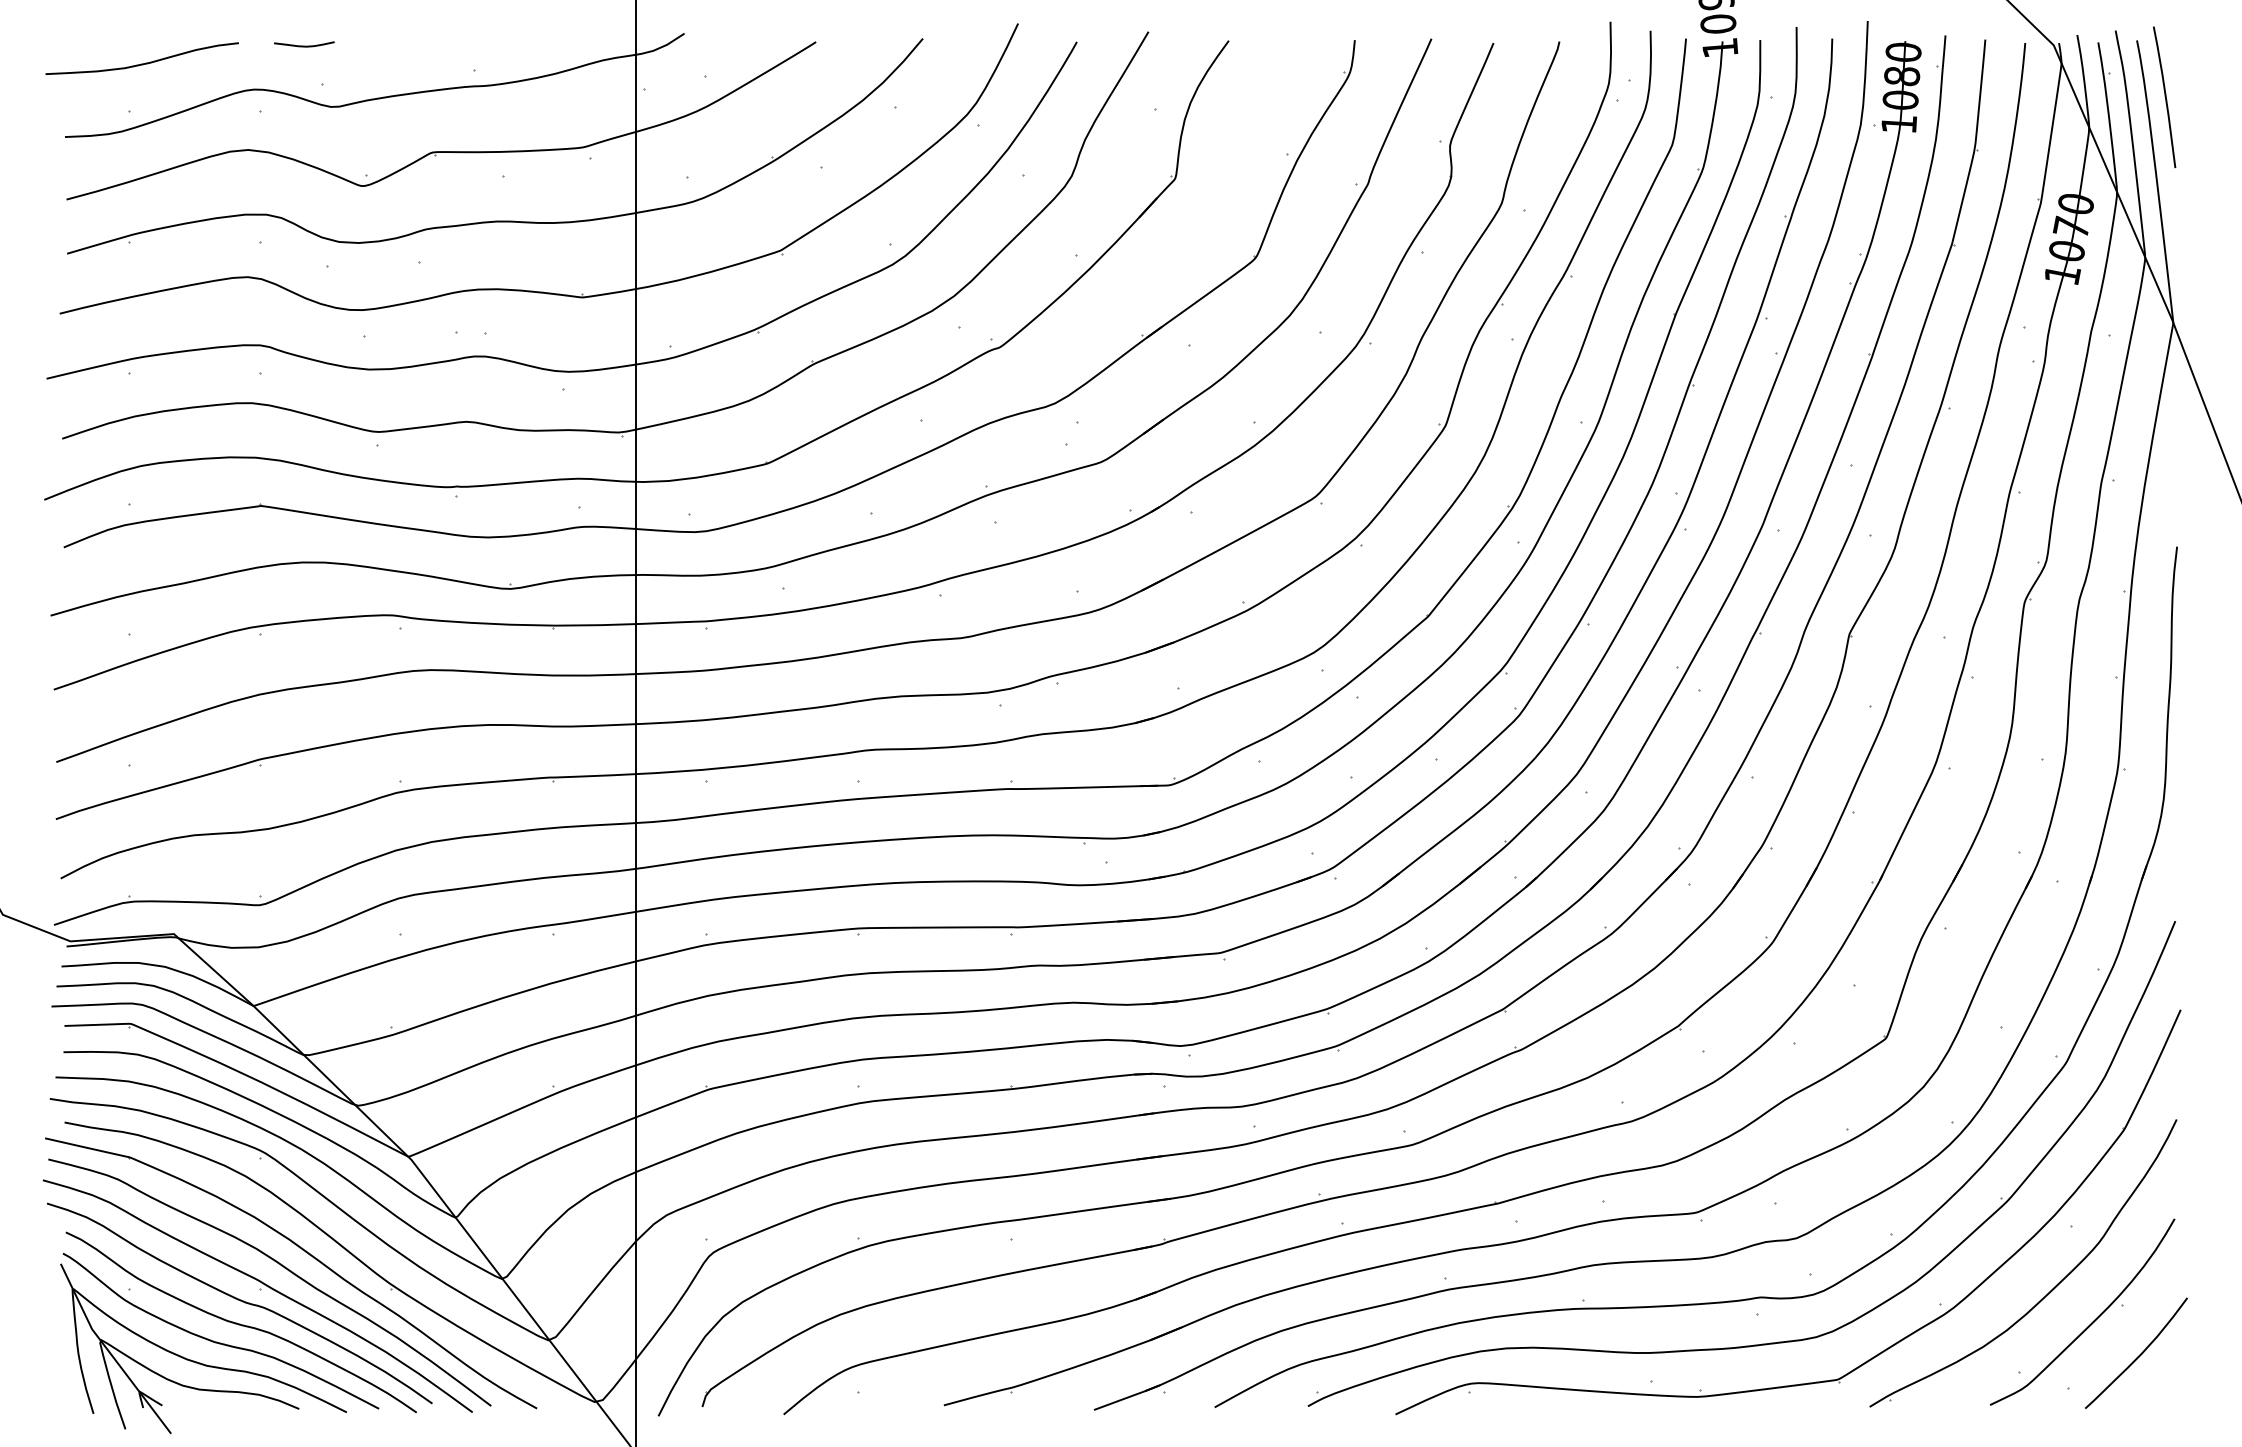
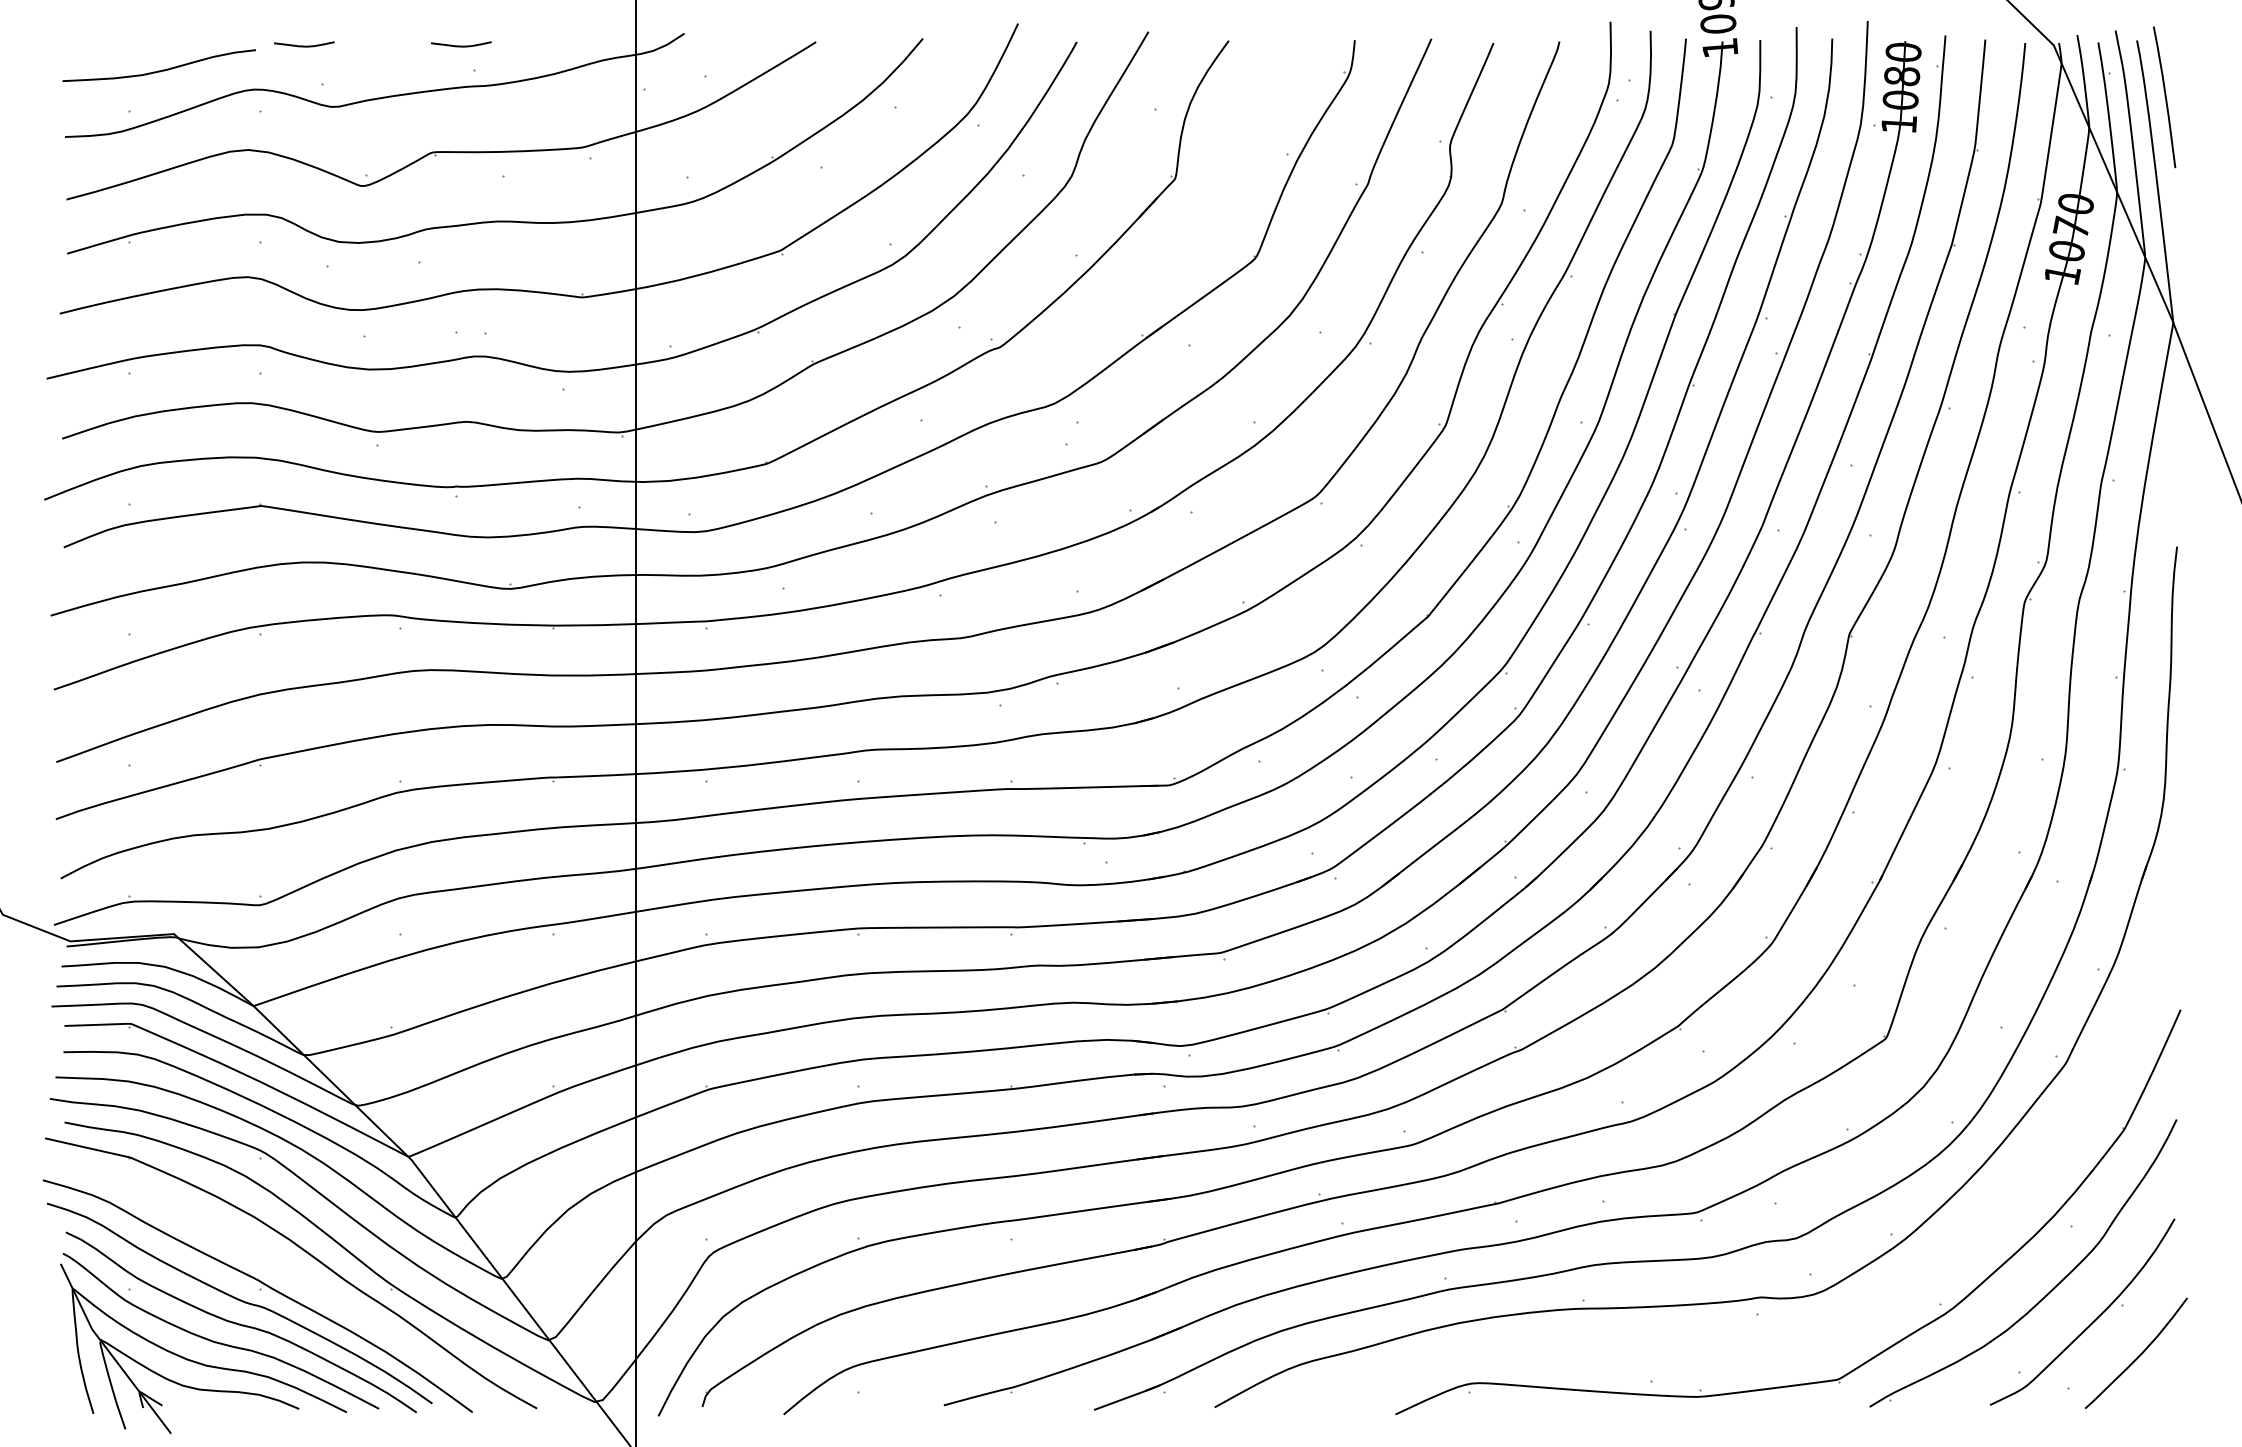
curve at (461, 45): none -> present
curve at (141, 63) position: (141, 63) -> (158, 70)
curve at (281, 1266): present -> none
part at (1762, 1343): present -> none
